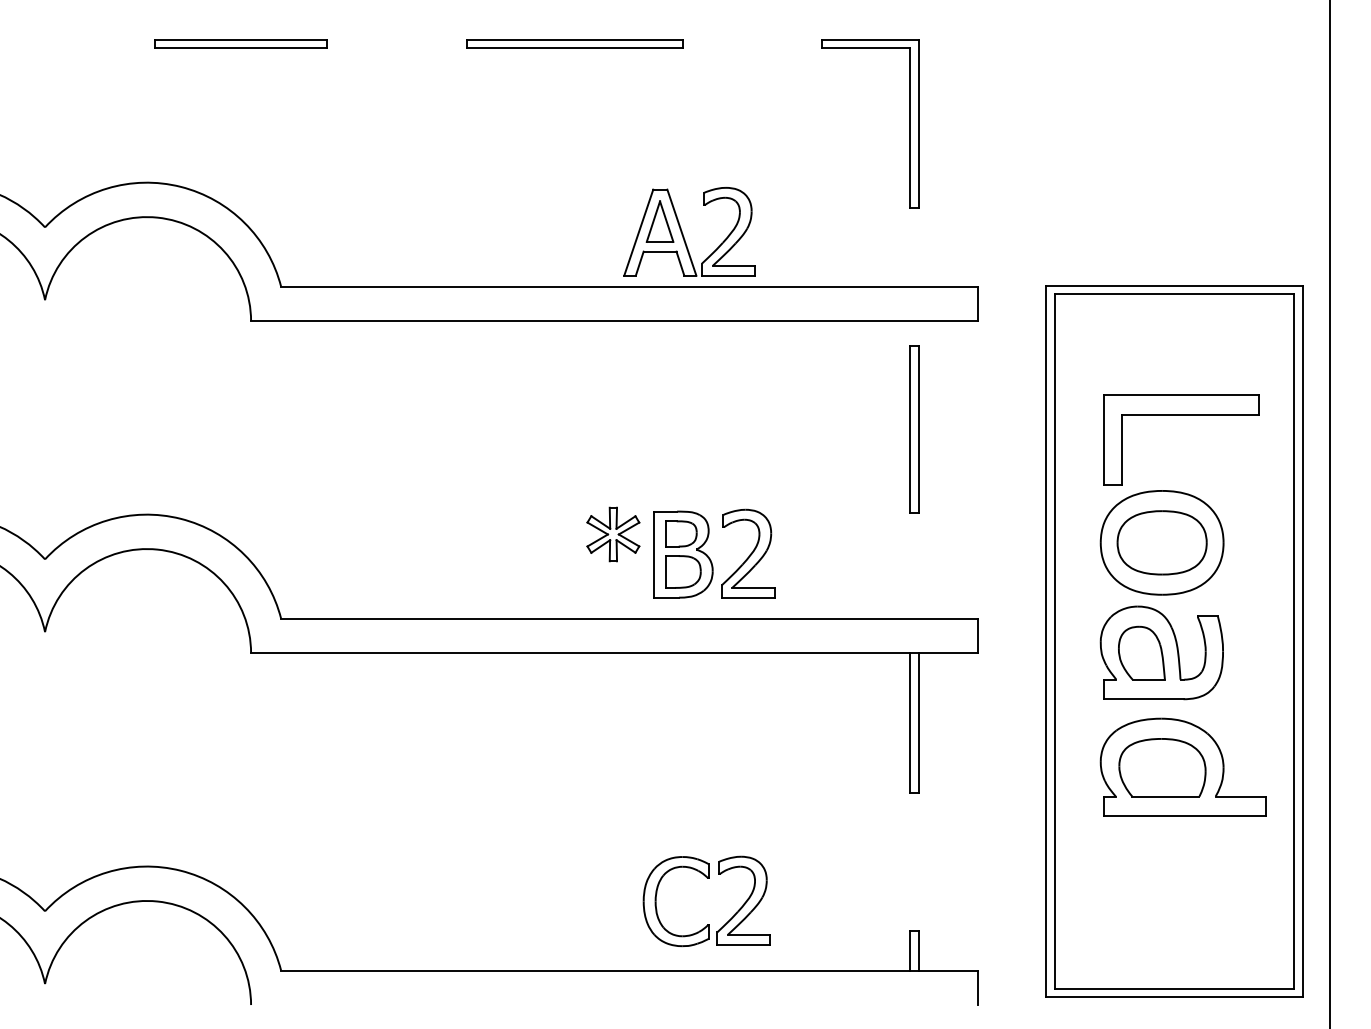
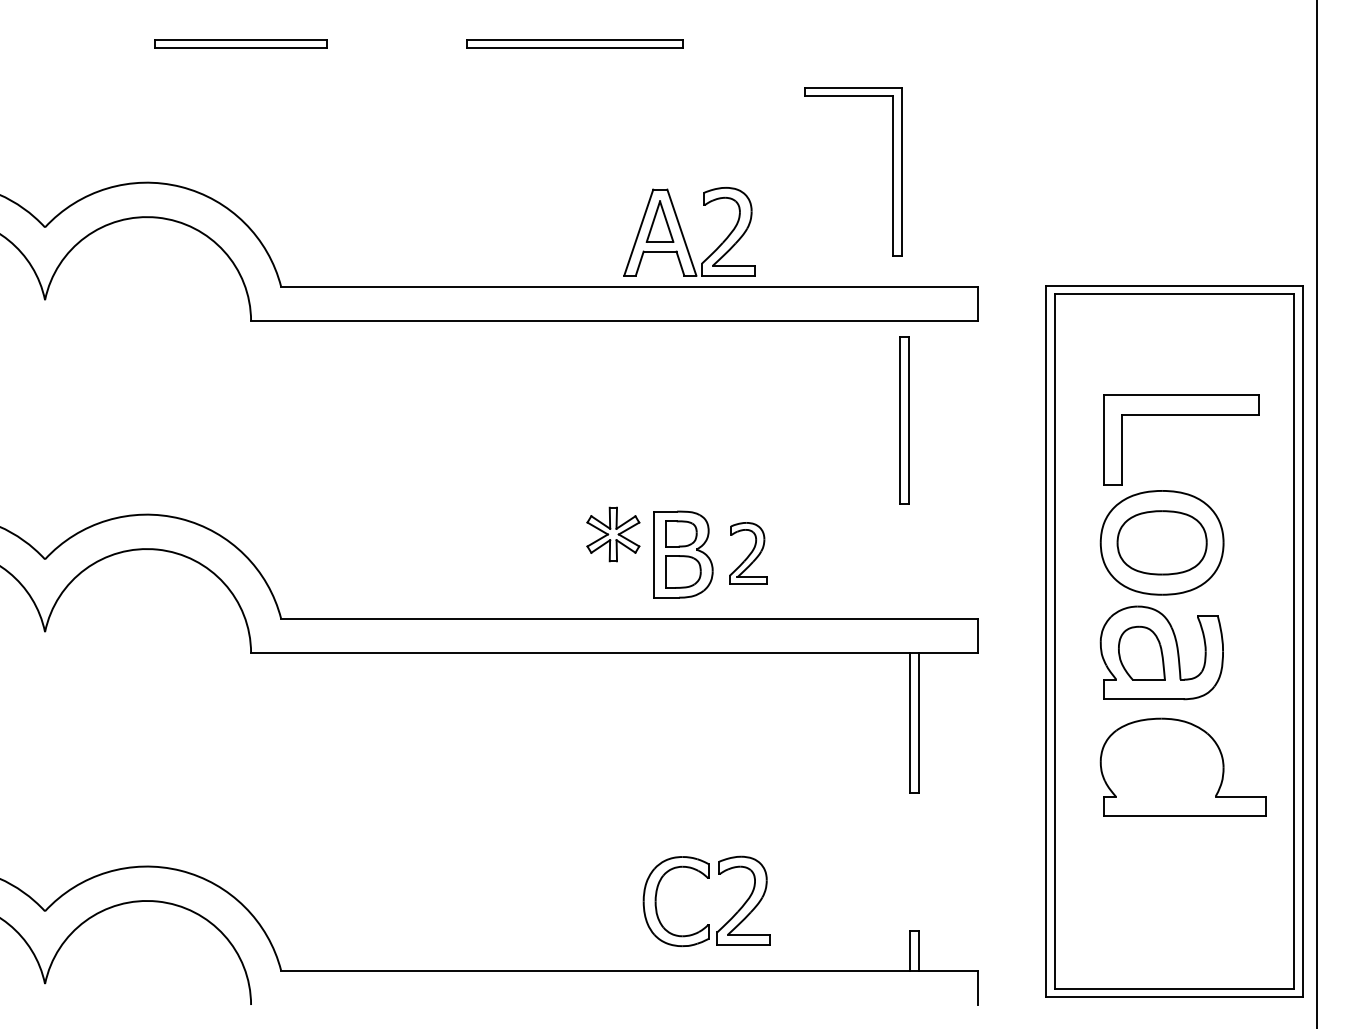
part at (909, 123) position: (909, 123) -> (892, 171)
part at (914, 429) position: (914, 429) -> (904, 420)
line at (1329, 513) position: (1329, 513) -> (1316, 513)
part at (748, 553) size: 55x91 px -> 39x63 px
part at (1162, 767): present -> none
